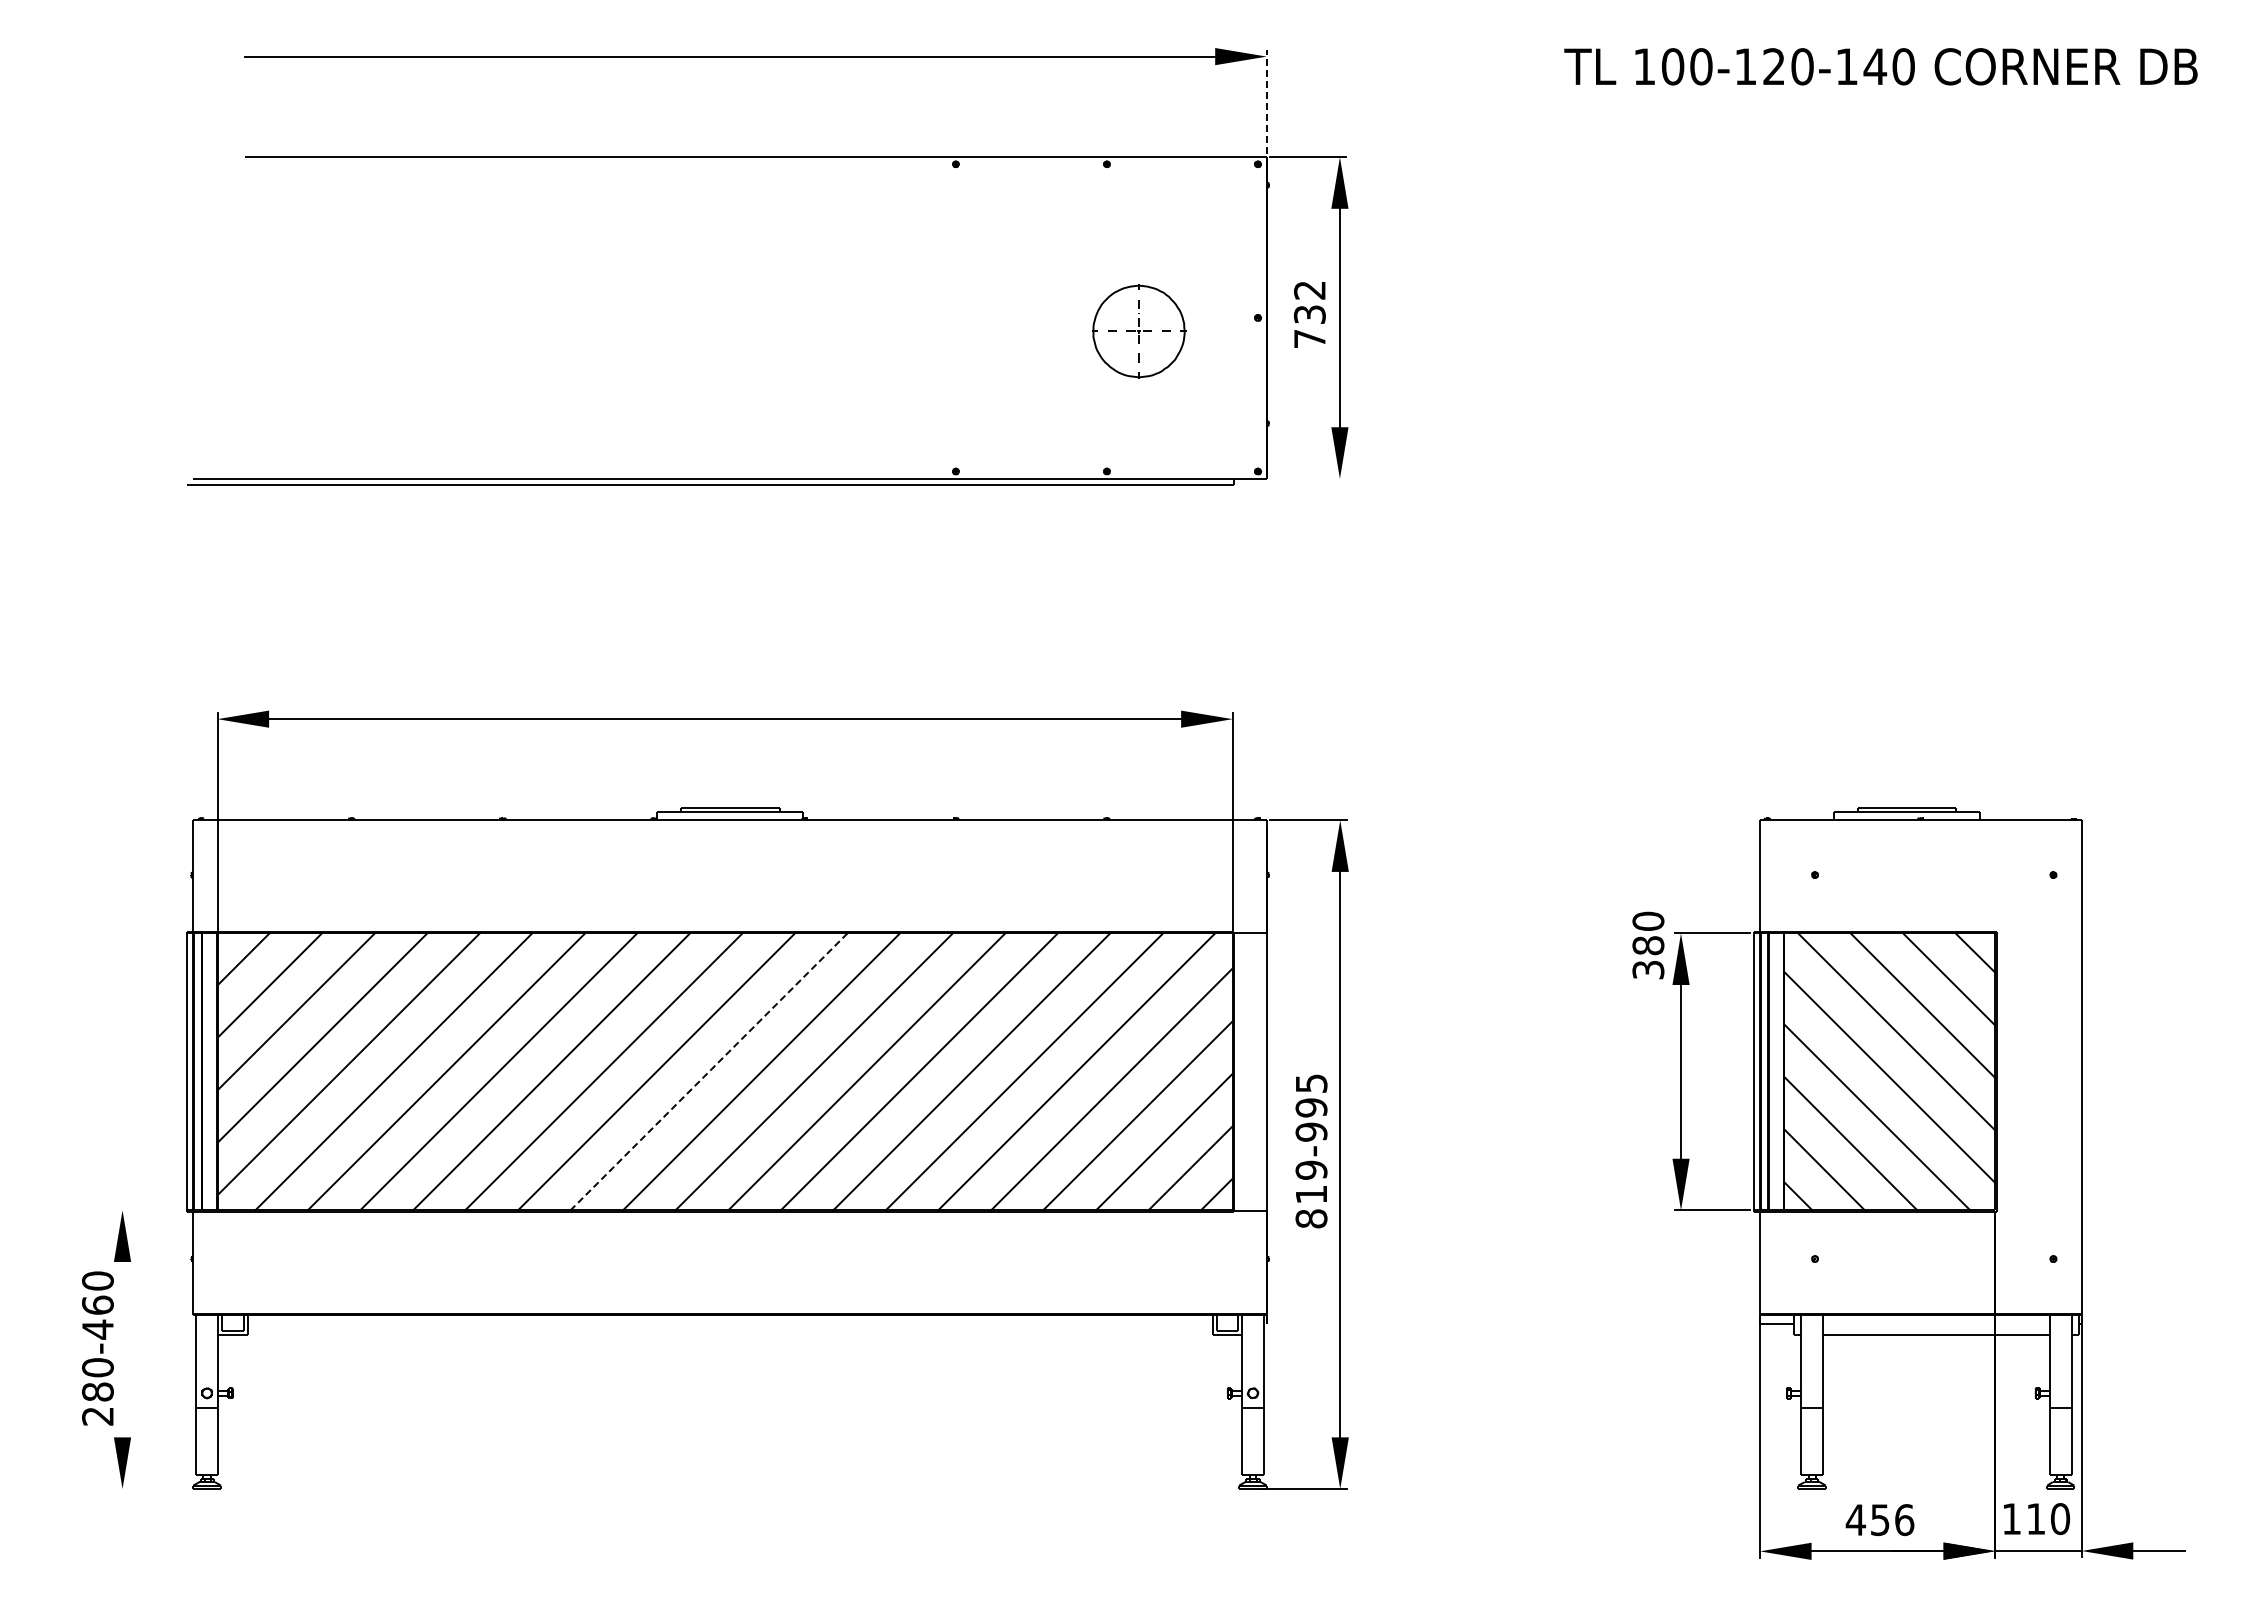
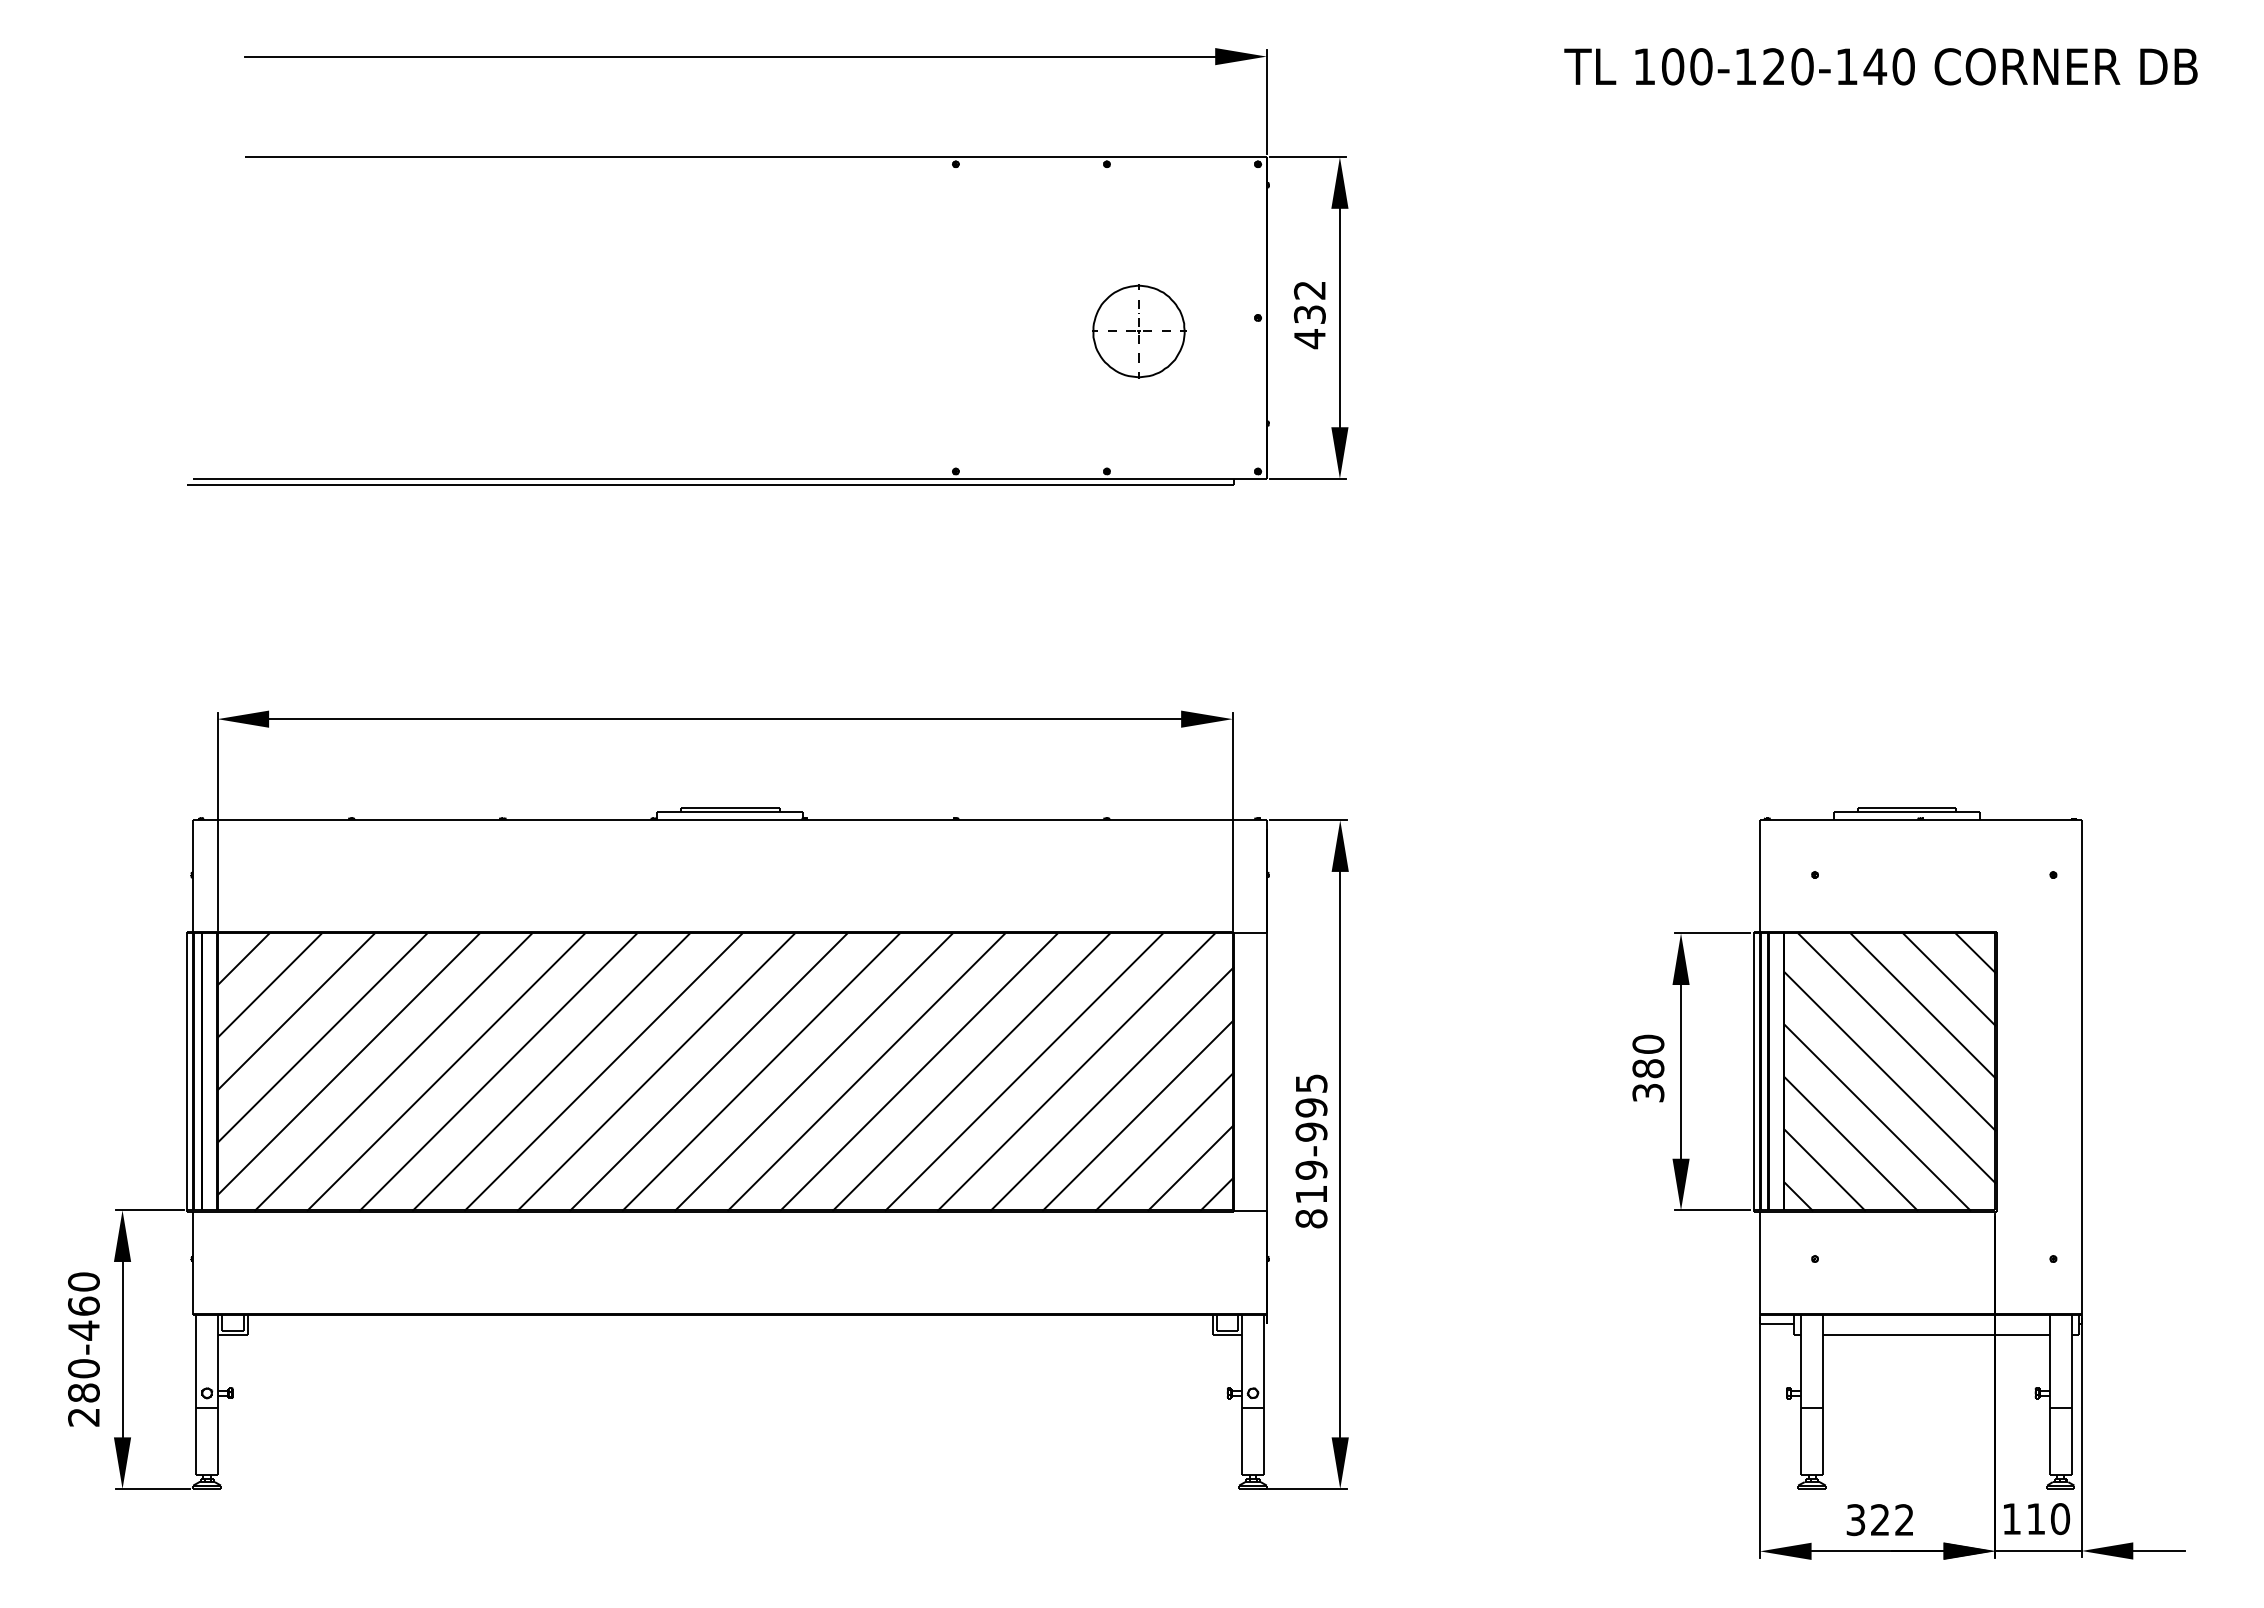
line at (1266, 102): dashed -> solid
text at (1309, 339): 732 -> 432
line at (1308, 478): none -> present
text at (1648, 945) position: (1648, 945) -> (1648, 1068)
line at (708, 1072): dashed -> solid
line at (149, 1210): none -> present
text at (97, 1348) position: (97, 1348) -> (83, 1349)
line at (122, 1349): none -> present
line at (153, 1489): none -> present
text at (1879, 1520): 456 -> 322
